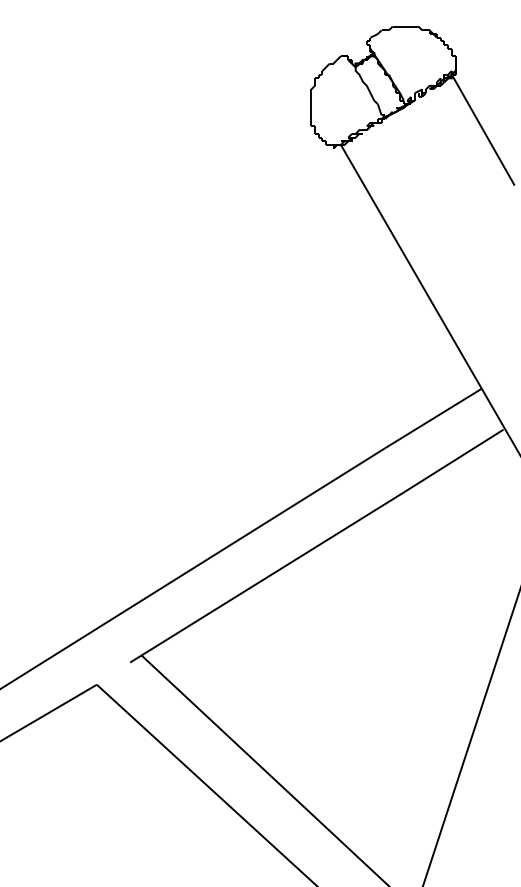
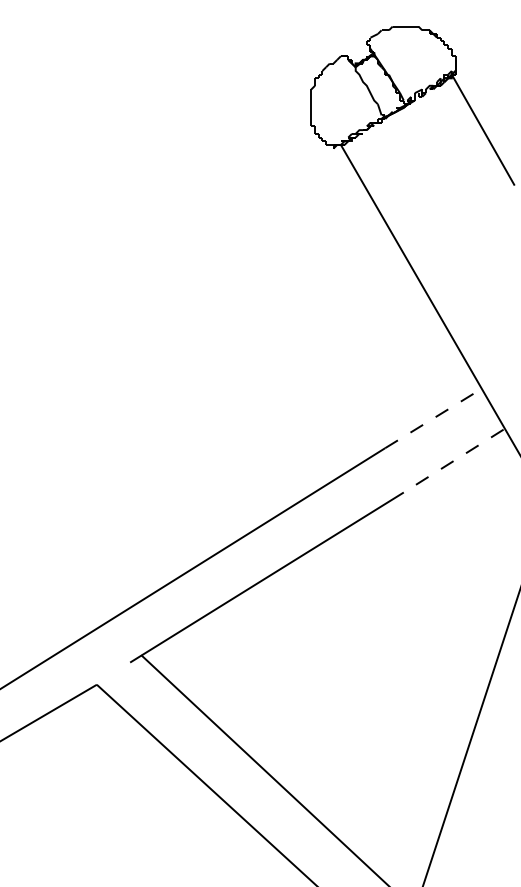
line at (433, 418): solid -> dashed
line at (453, 461): solid -> dashed
